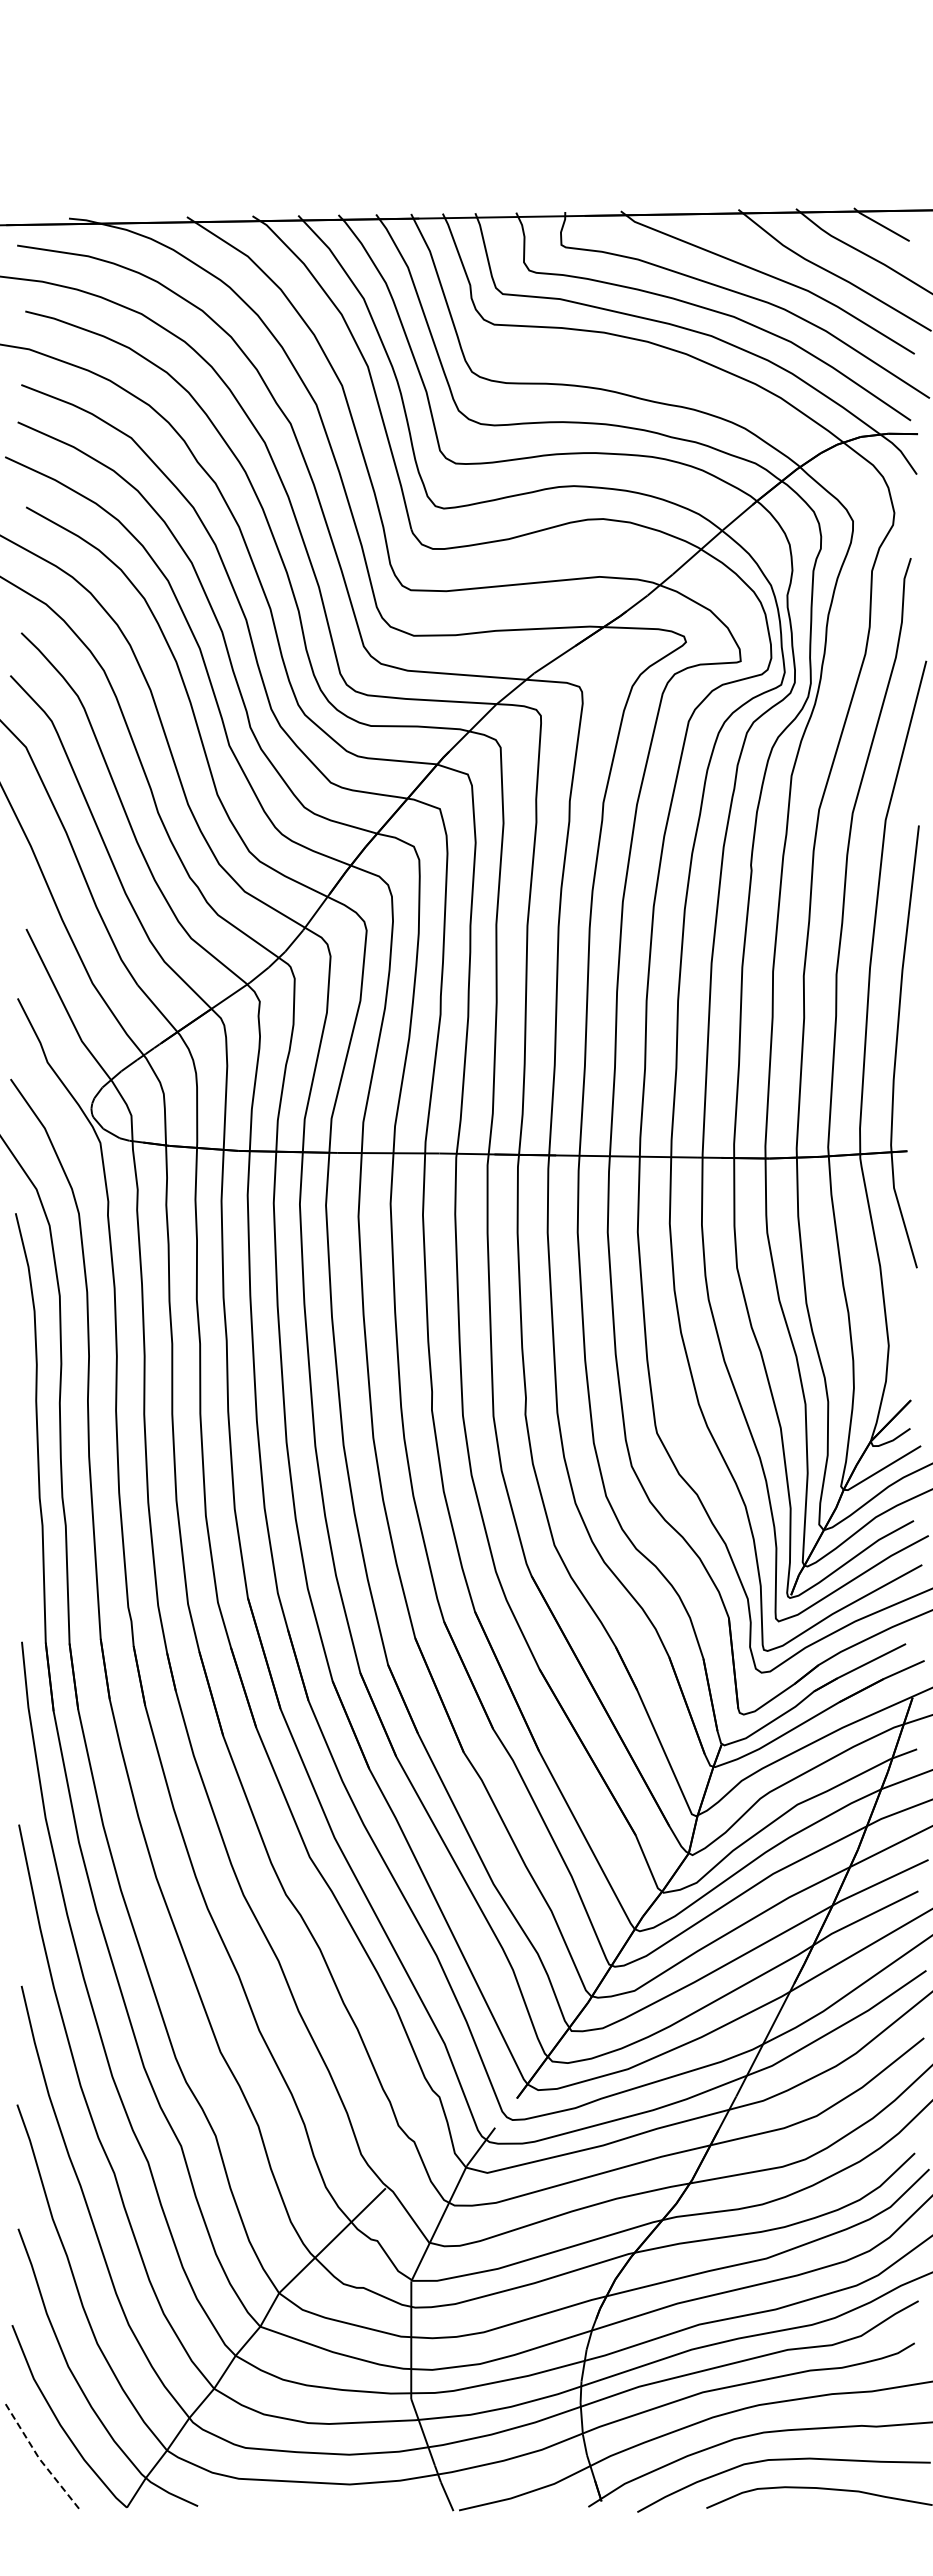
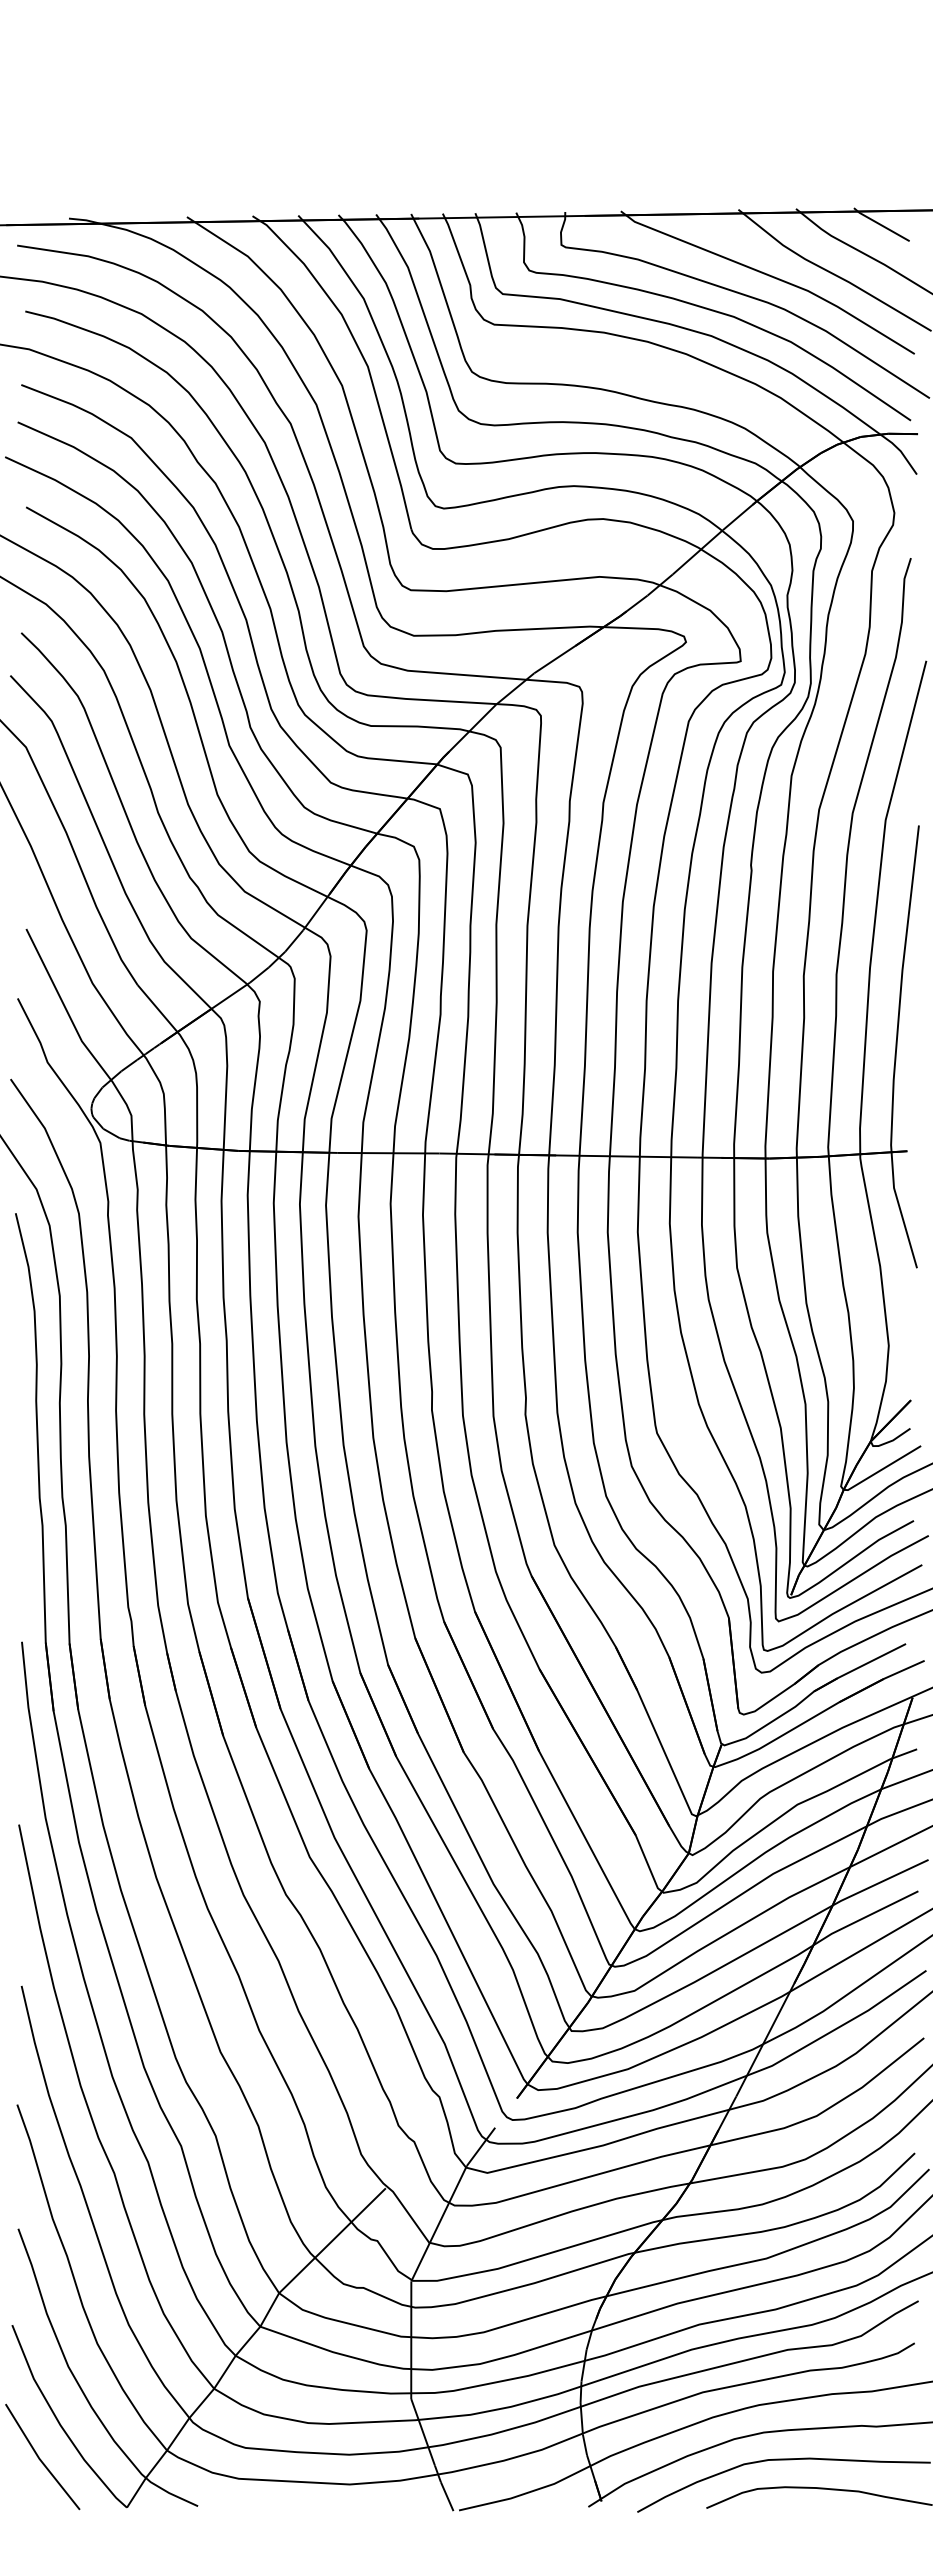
line at (39, 2458): dashed -> solid
